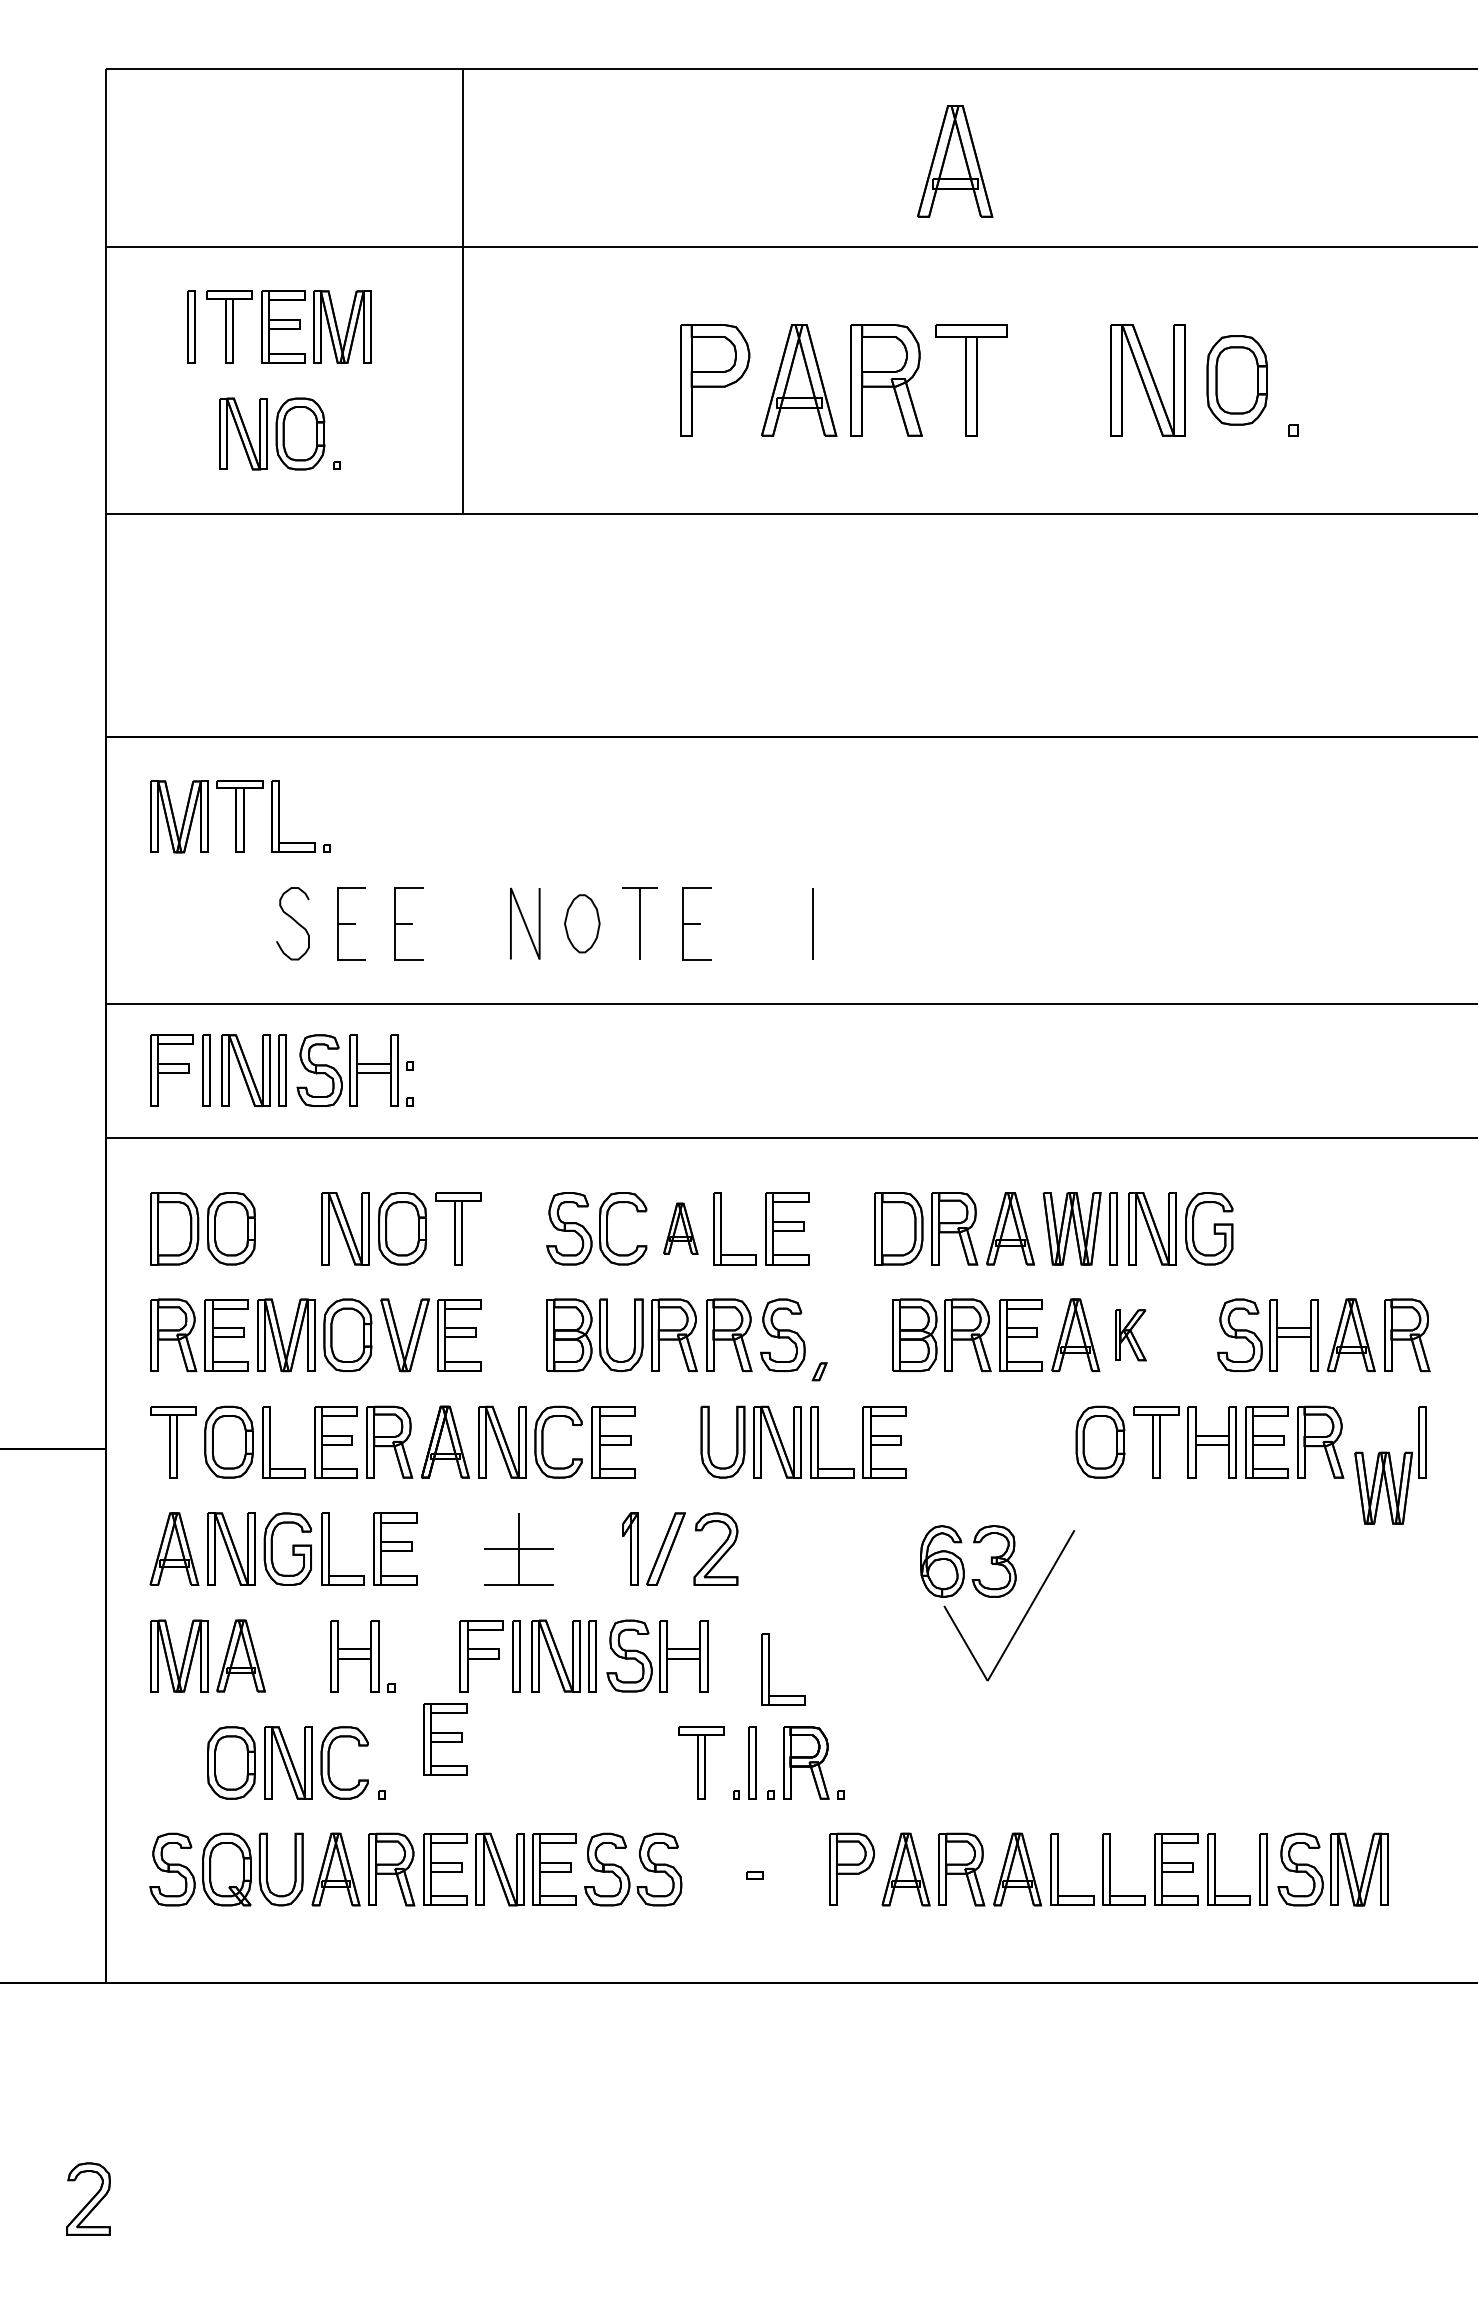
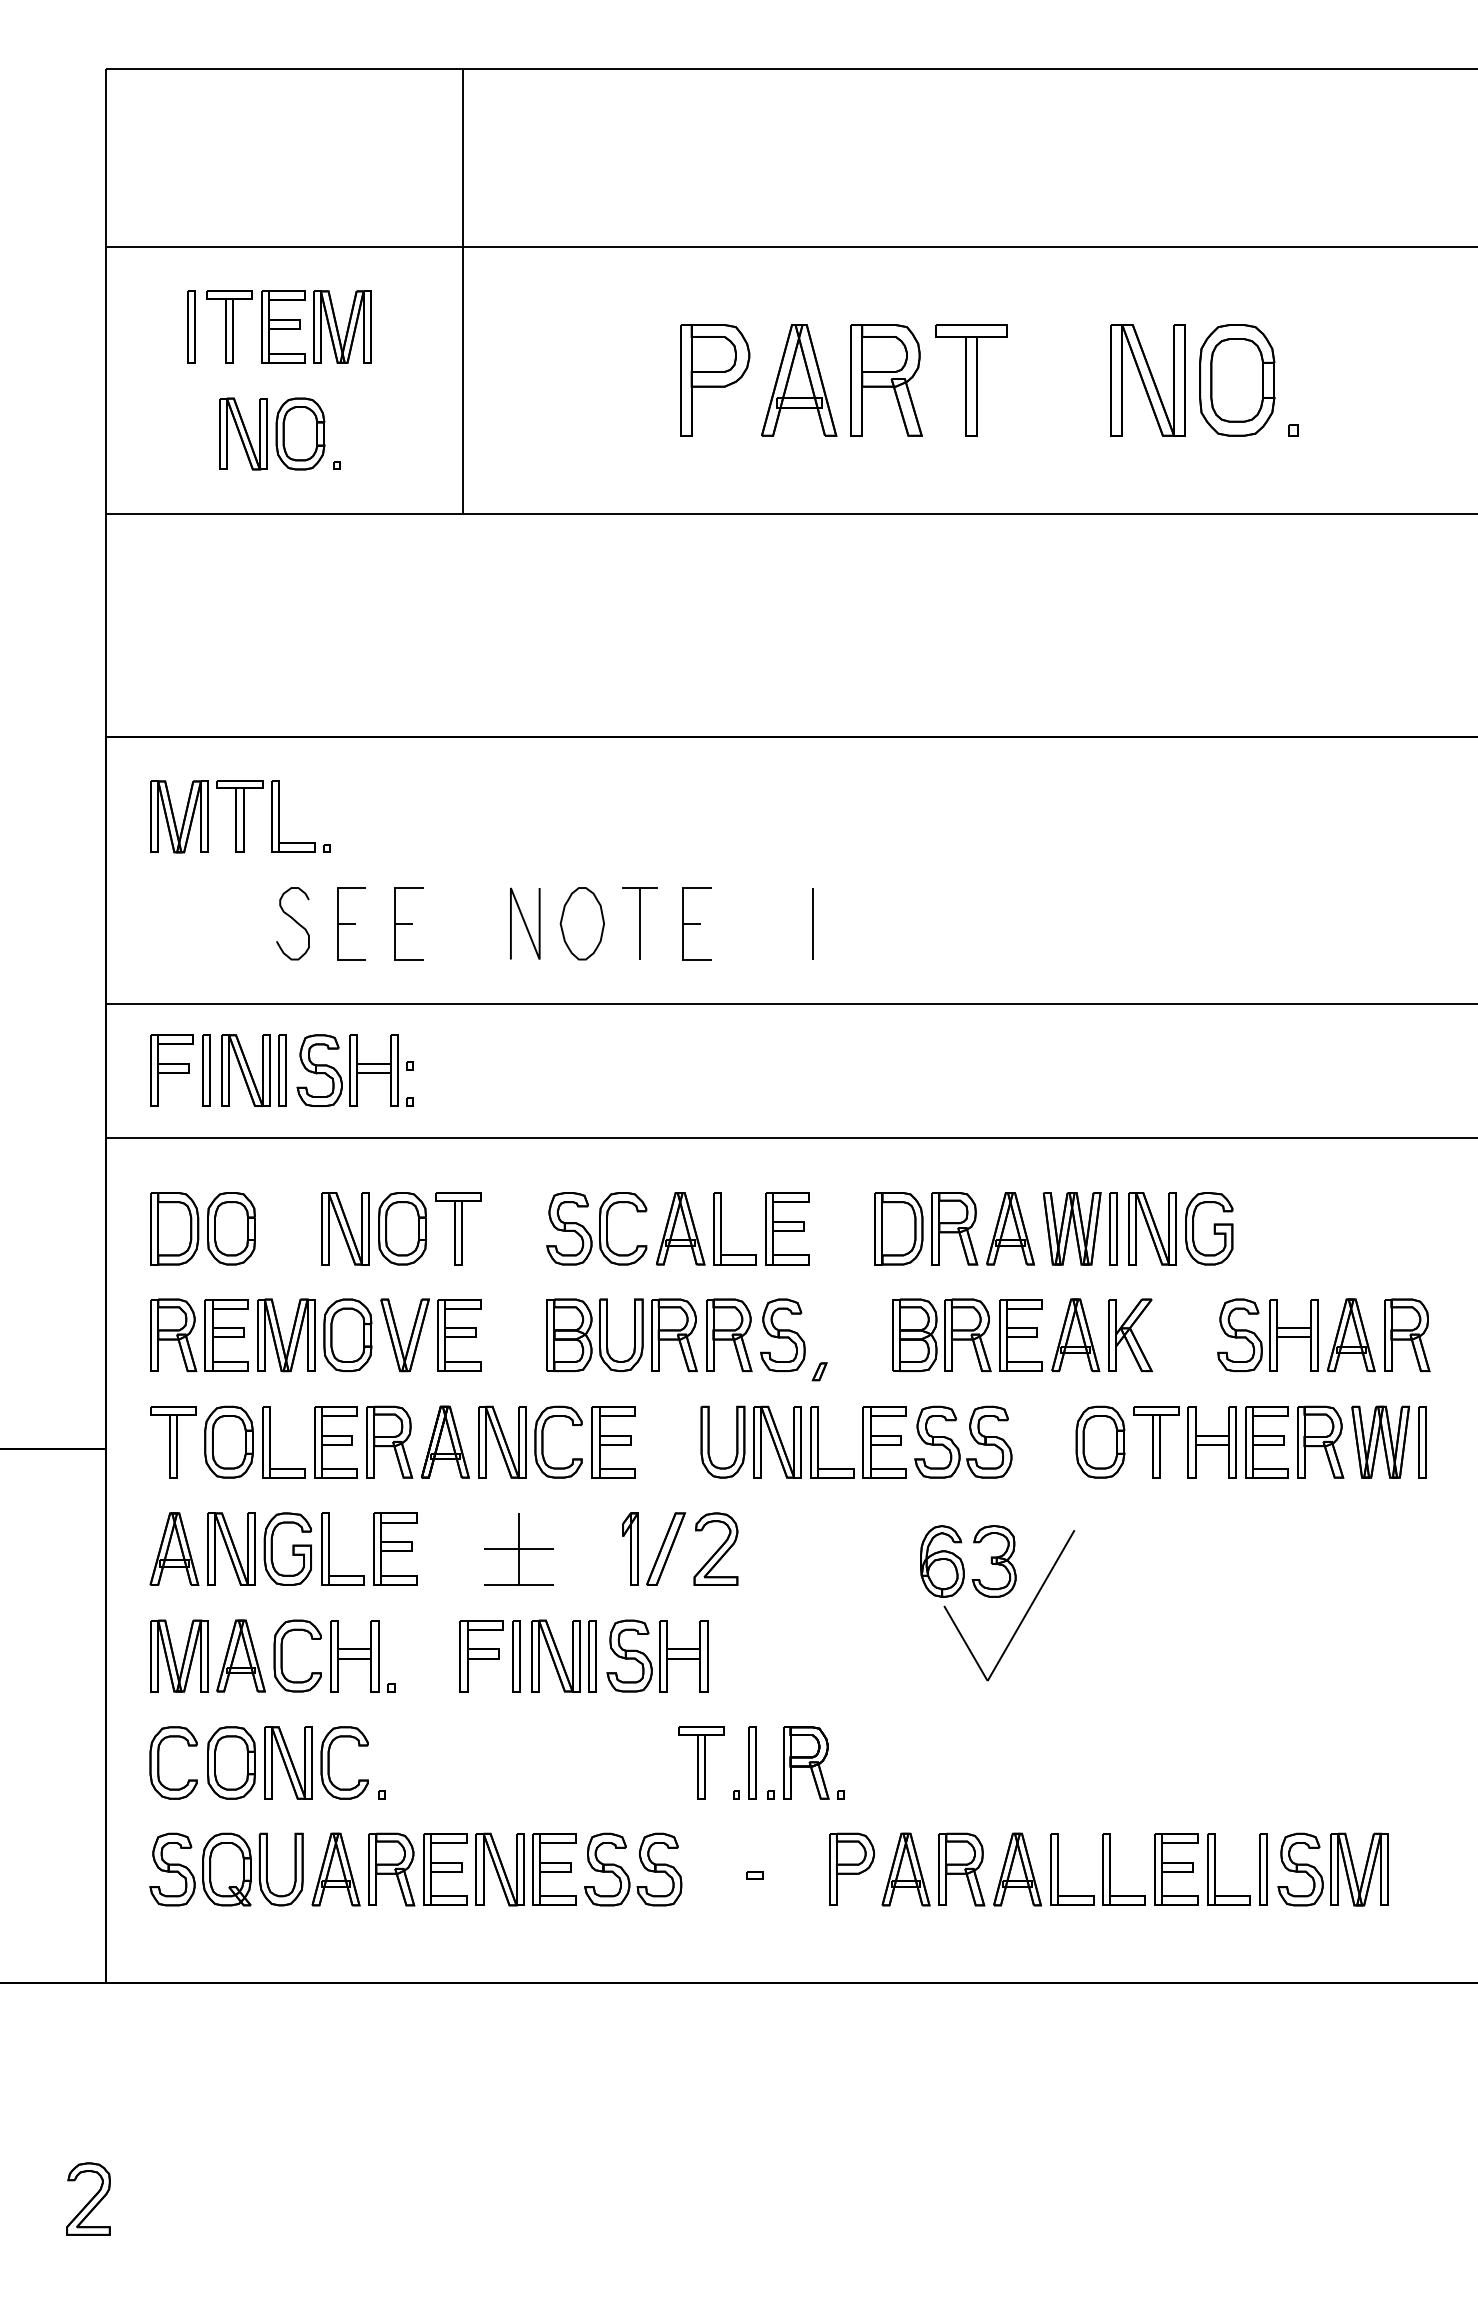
part at (955, 161): present -> none
part at (1236, 380) size: 62x91 px -> 77x113 px
part at (582, 923) size: 37x60 px -> 46x74 px
part at (680, 1228) size: 36x53 px -> 50x74 px
part at (1130, 1335) size: 32x53 px -> 46x74 px
part at (957, 1446): none -> present
part at (1383, 1487) position: (1383, 1487) -> (1380, 1441)
part at (282, 1655): none -> present
part at (769, 1669): present -> none
part at (445, 1739): present -> none
part at (159, 1762): none -> present
